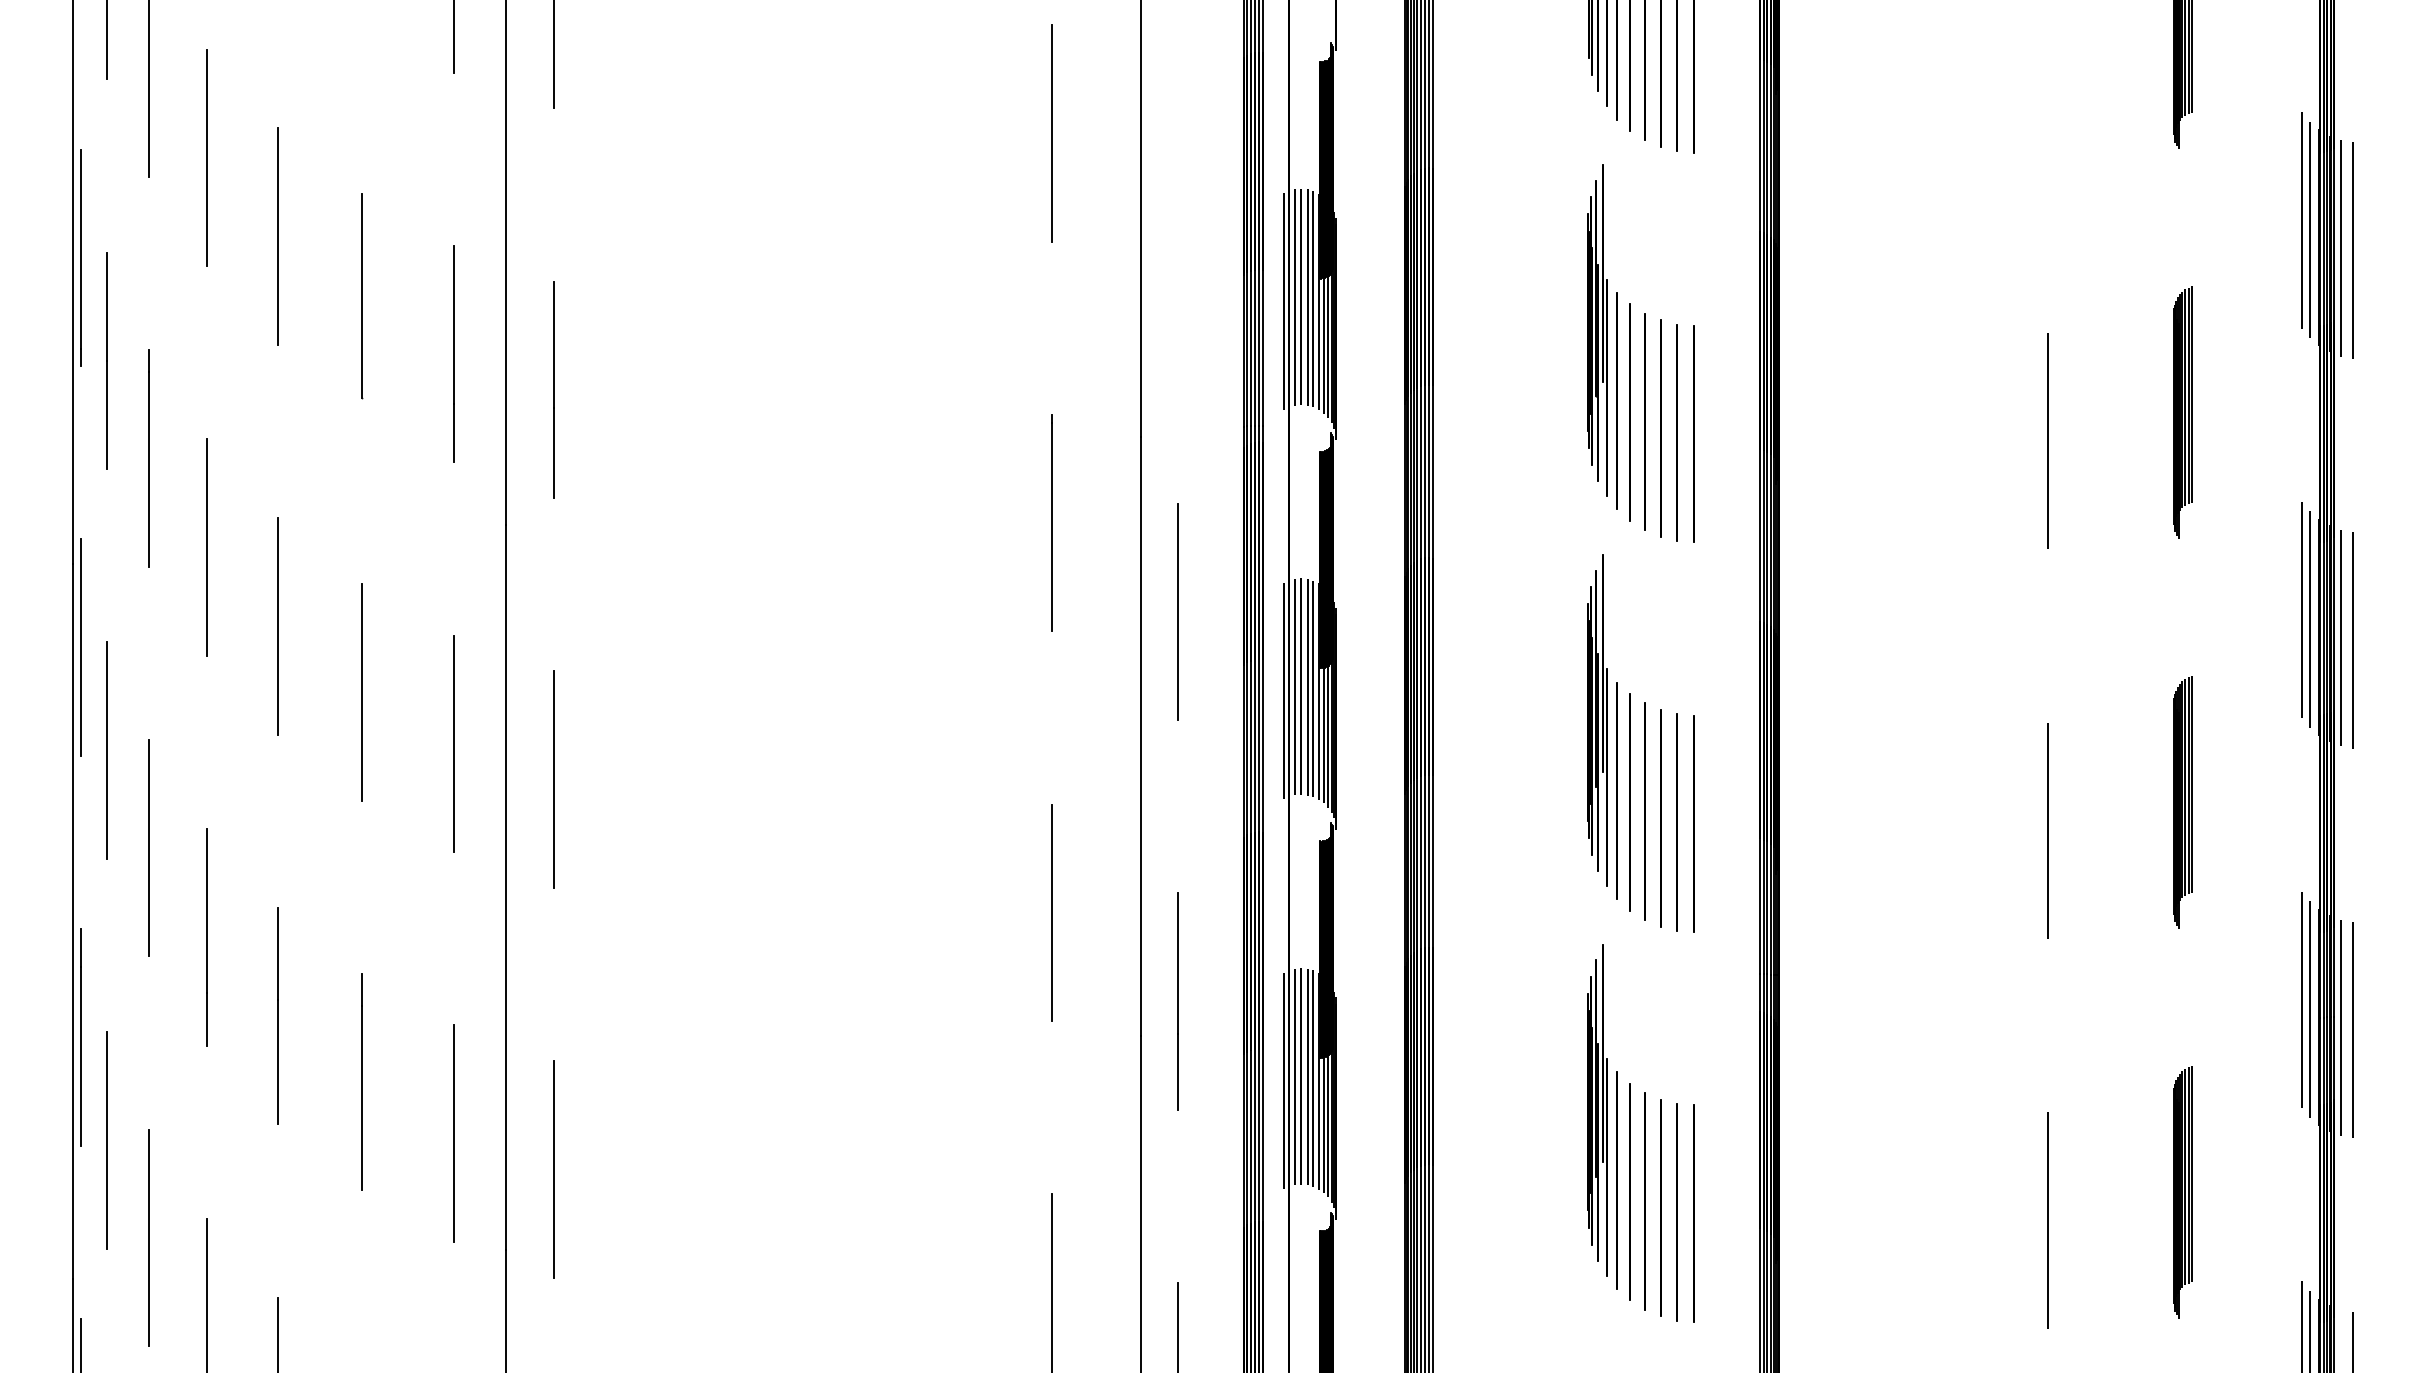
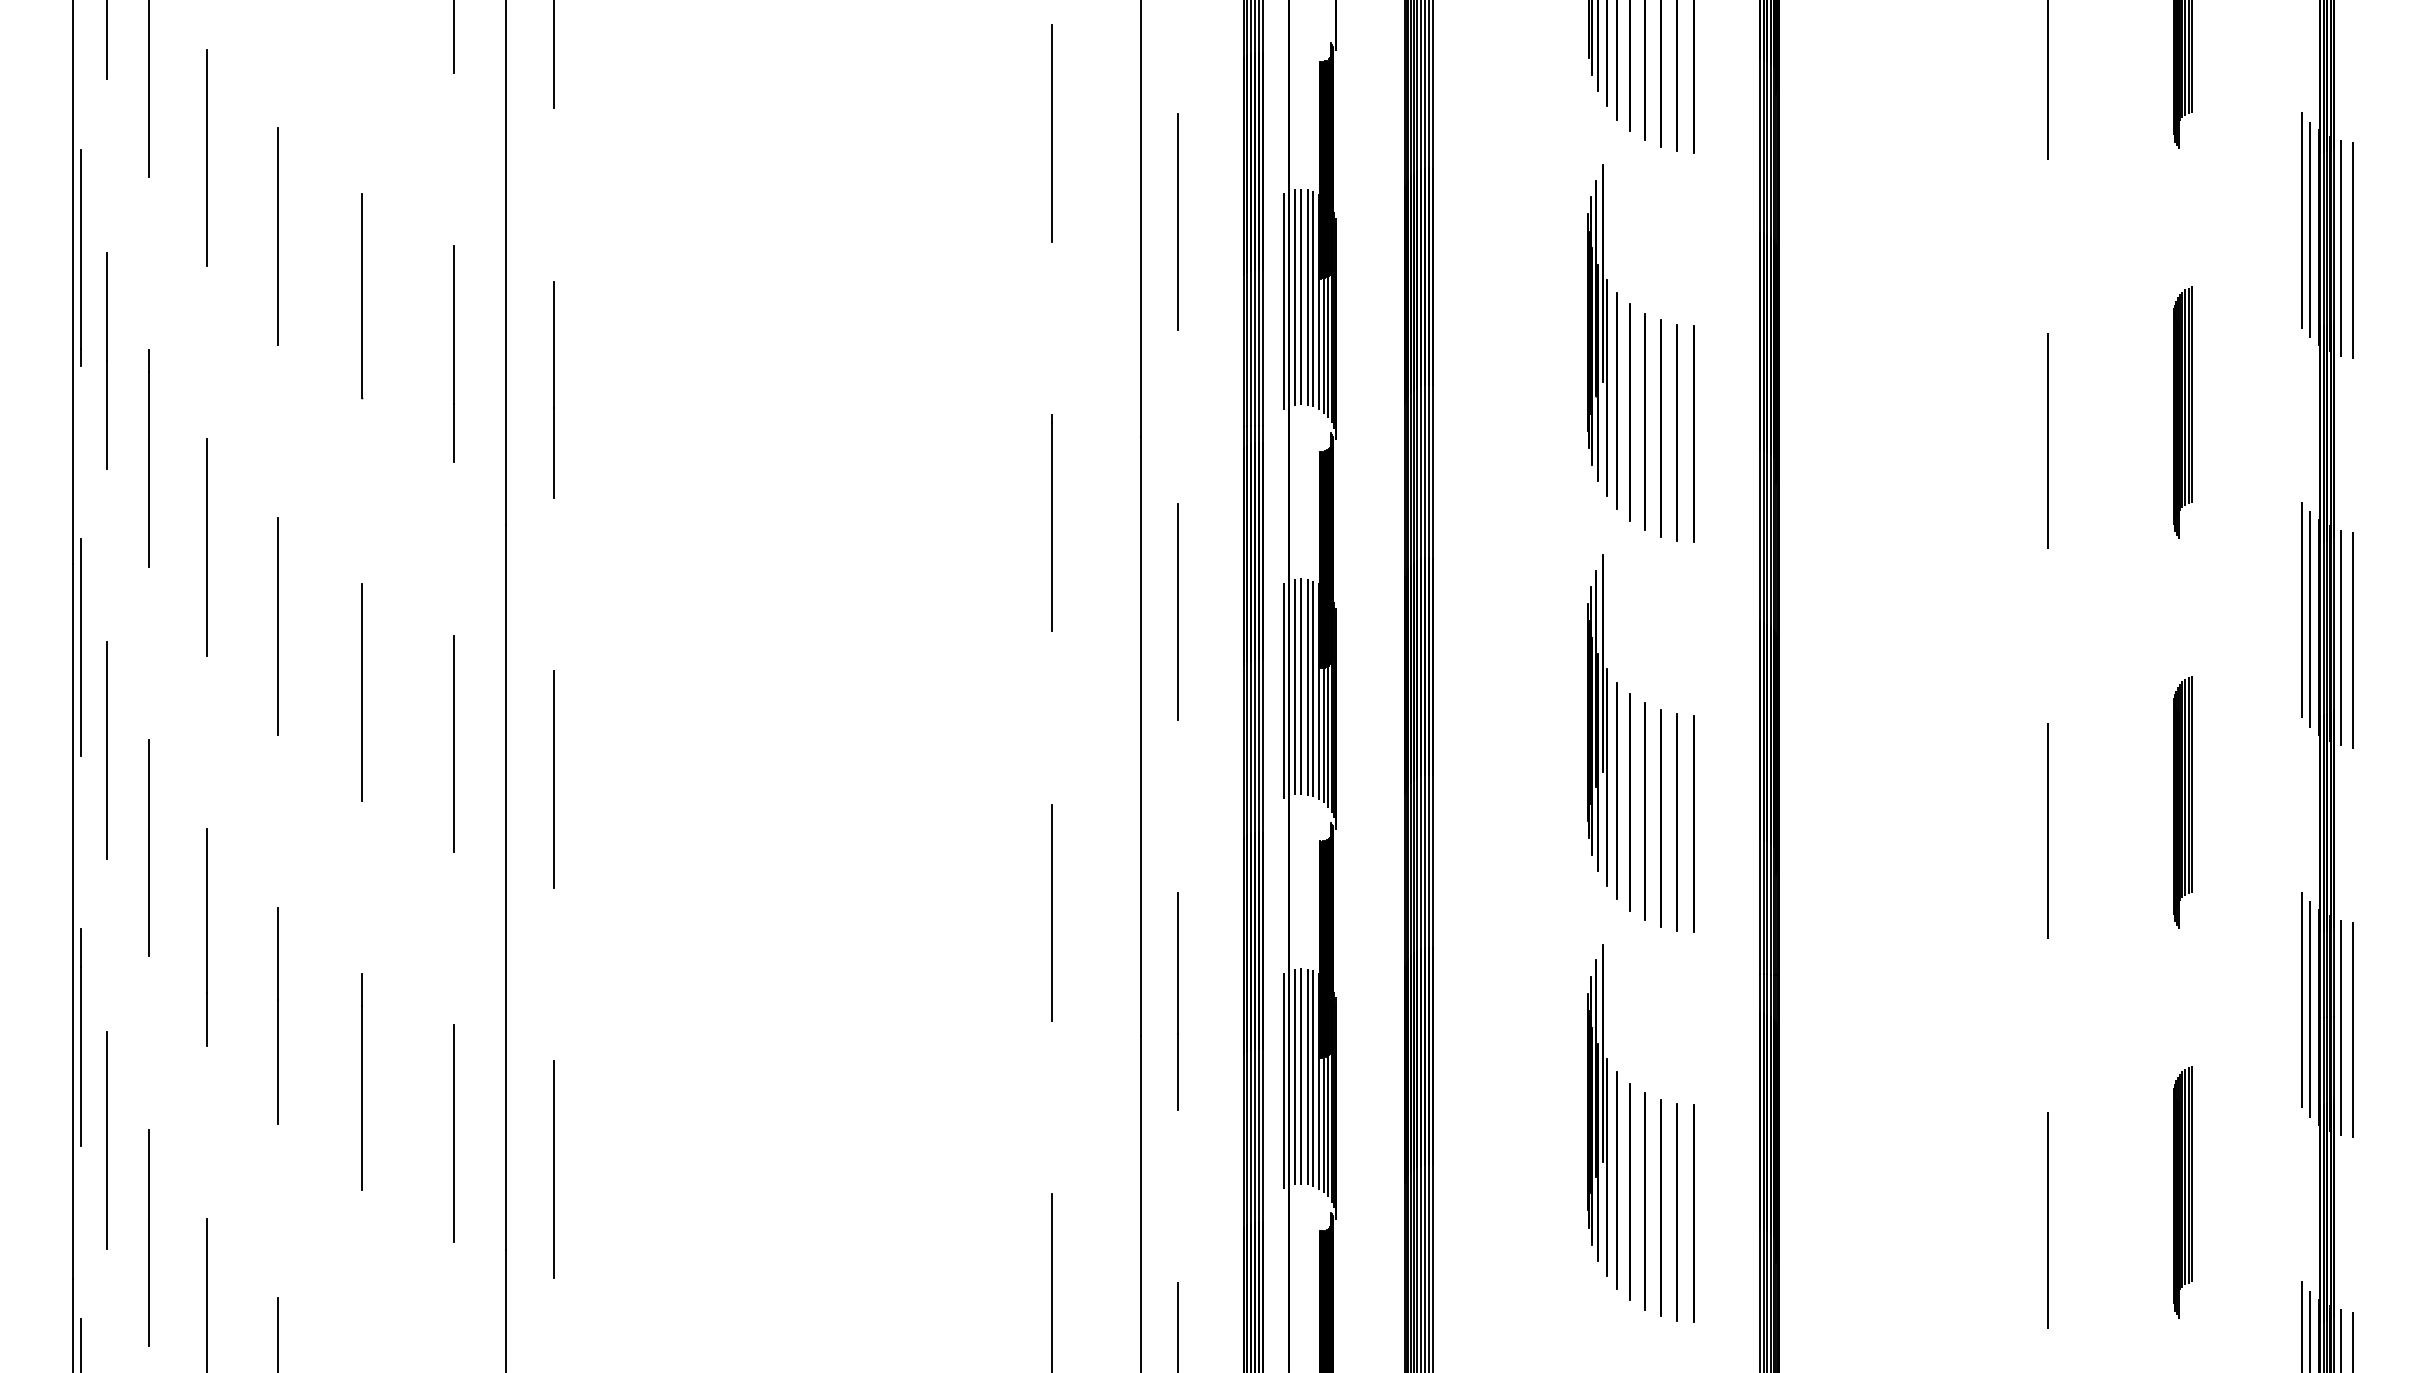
line at (2047, 80): none -> present
line at (1178, 221): none -> present
line at (2341, 1339): none -> present
